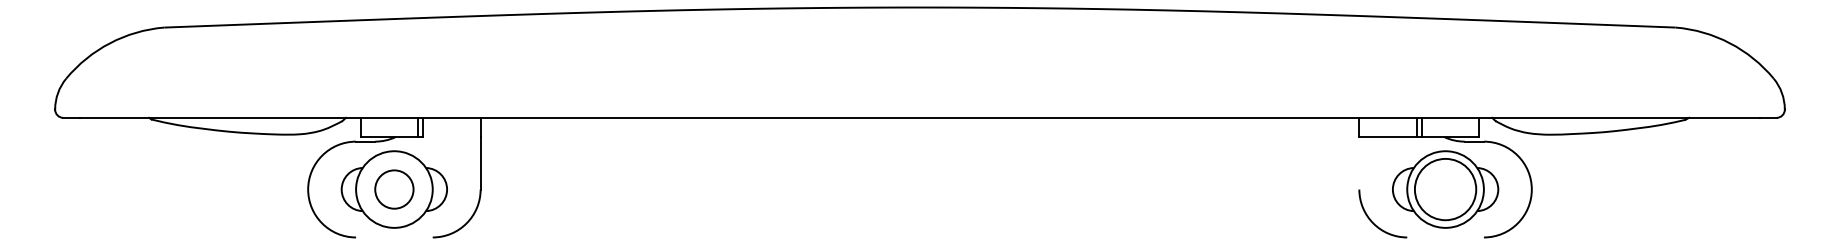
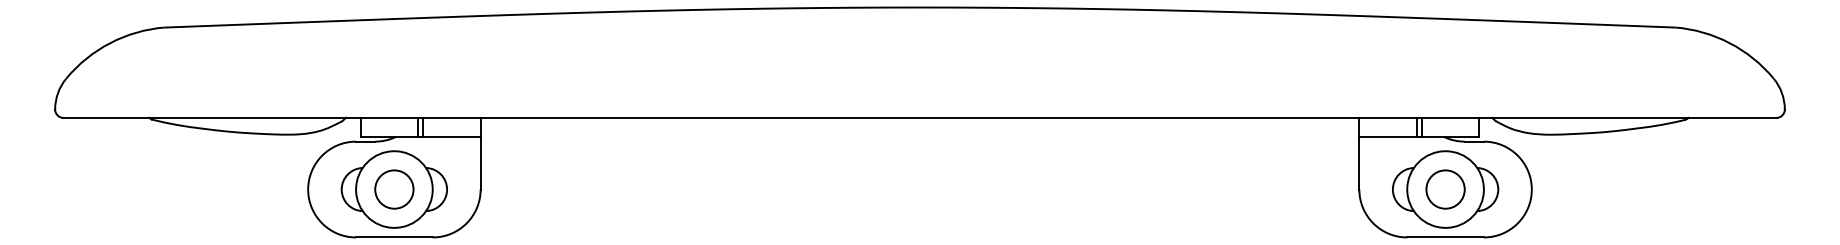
line at (451, 137): none -> present
line at (1359, 163): none -> present
circle at (1445, 189) diameter: 61 px -> 38 px
line at (394, 237): none -> present
line at (1445, 237): none -> present
